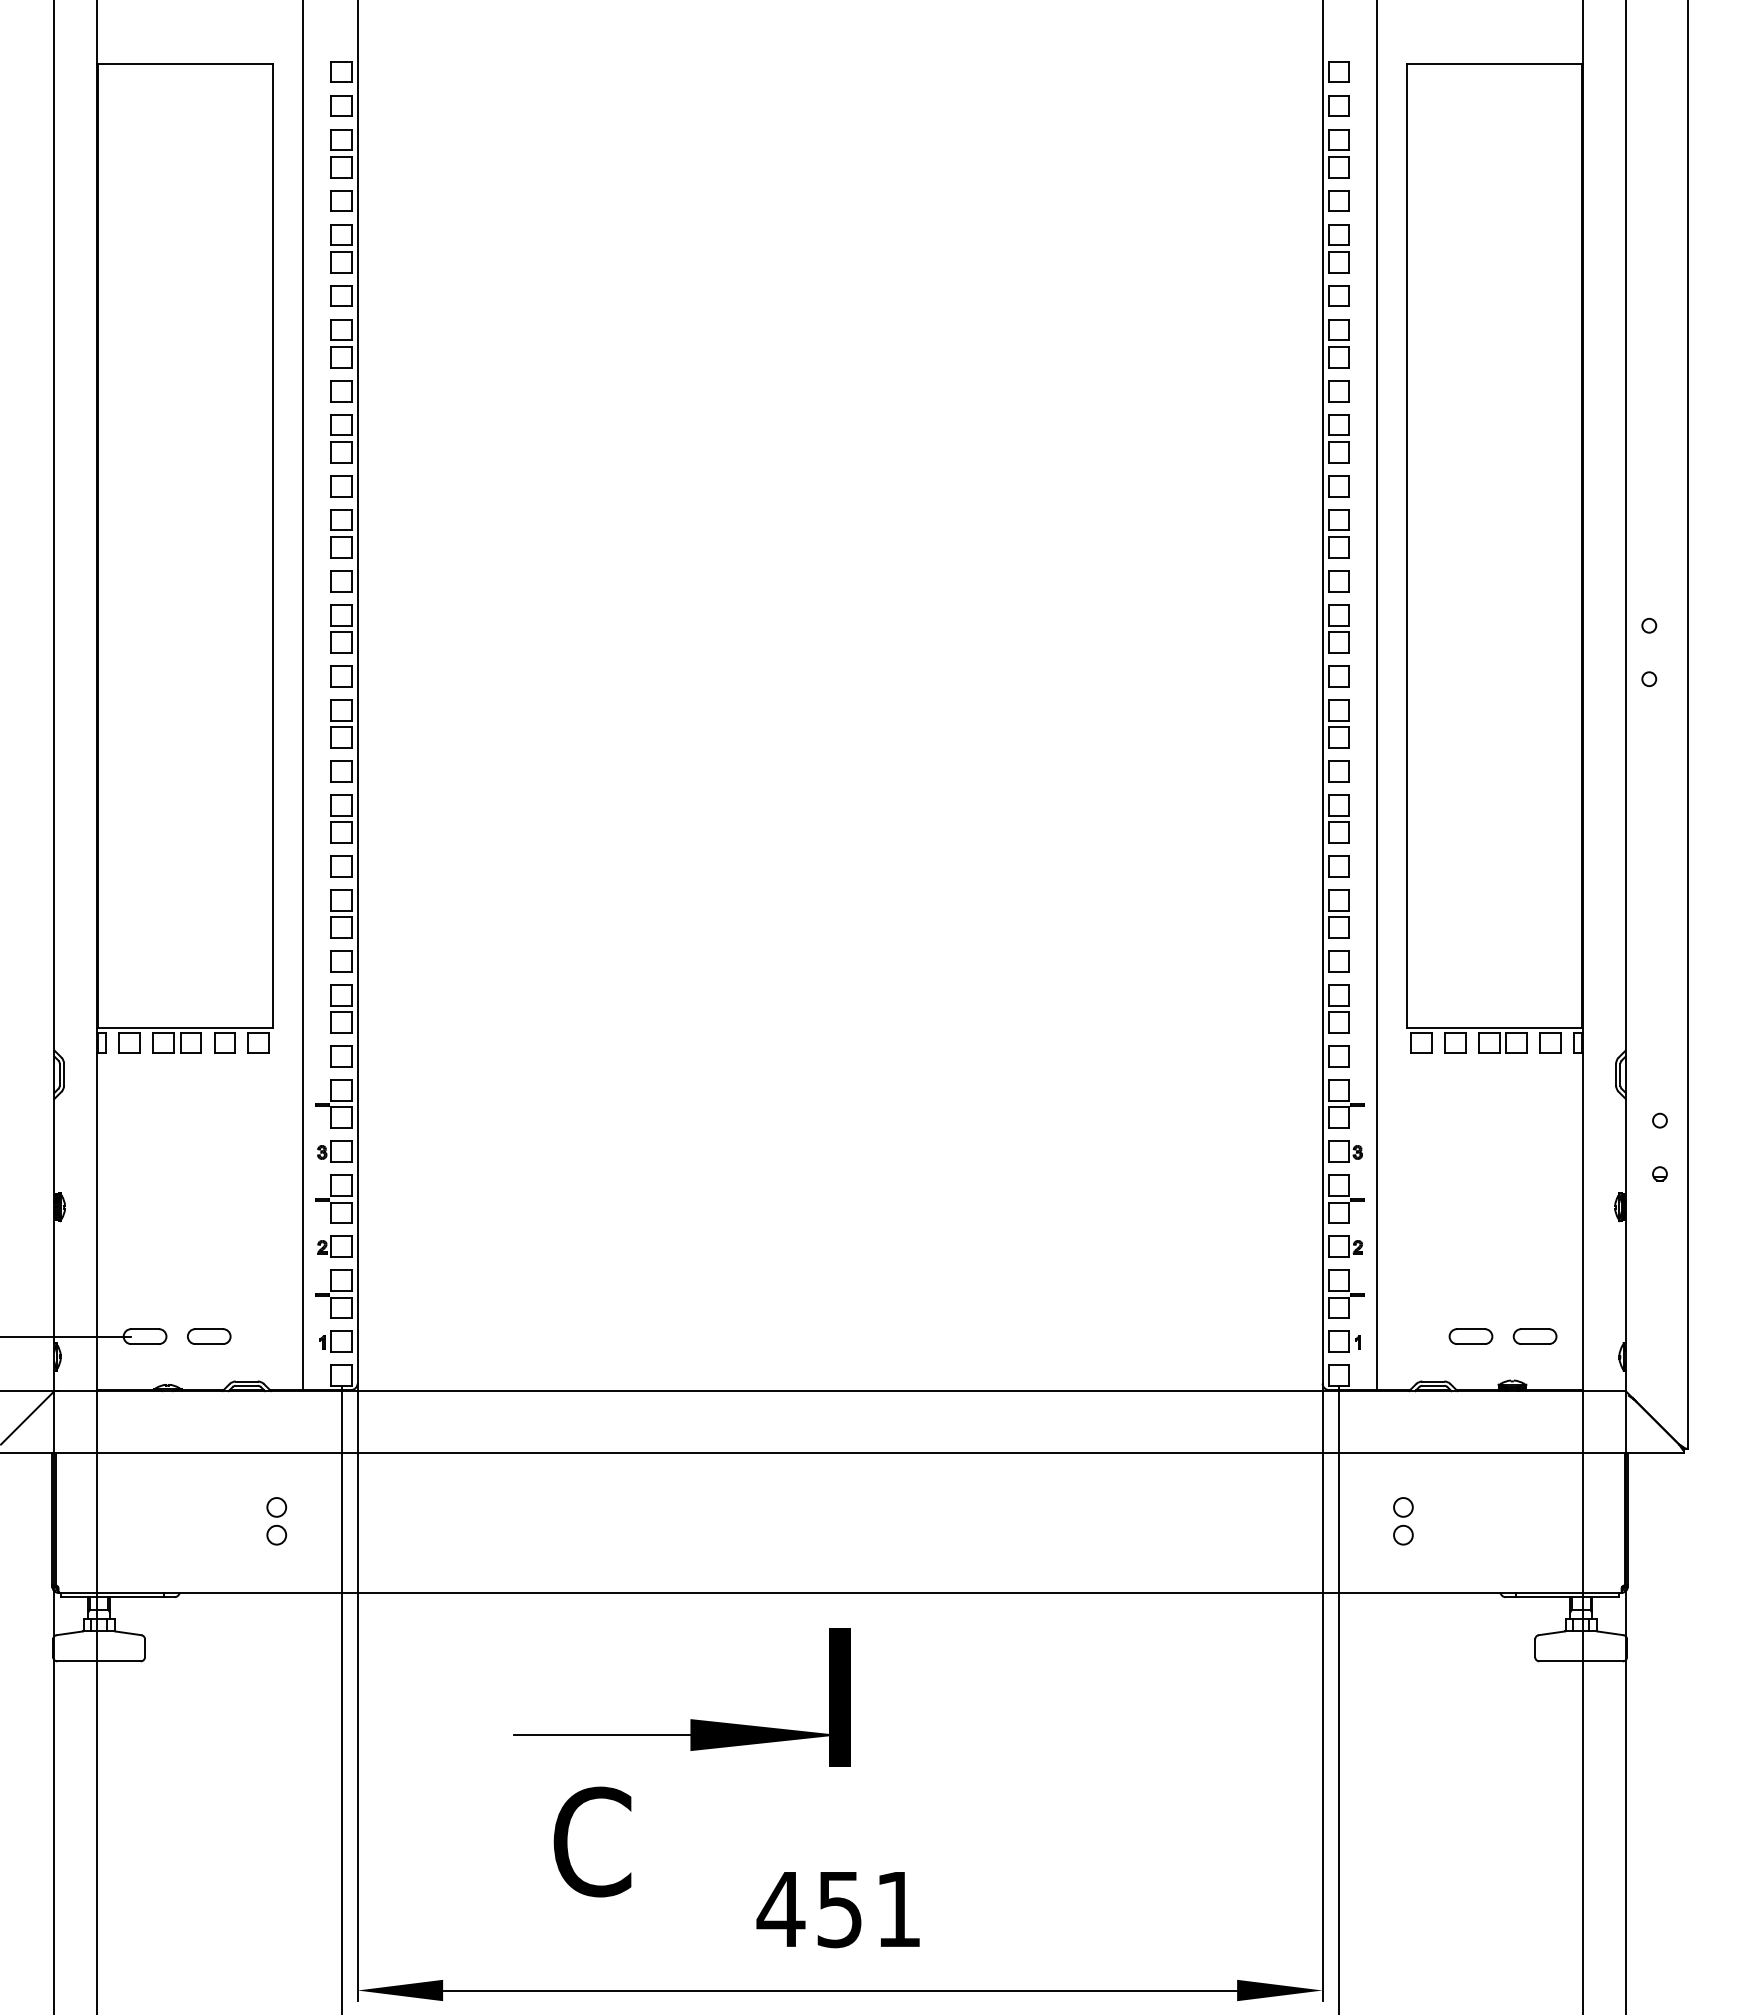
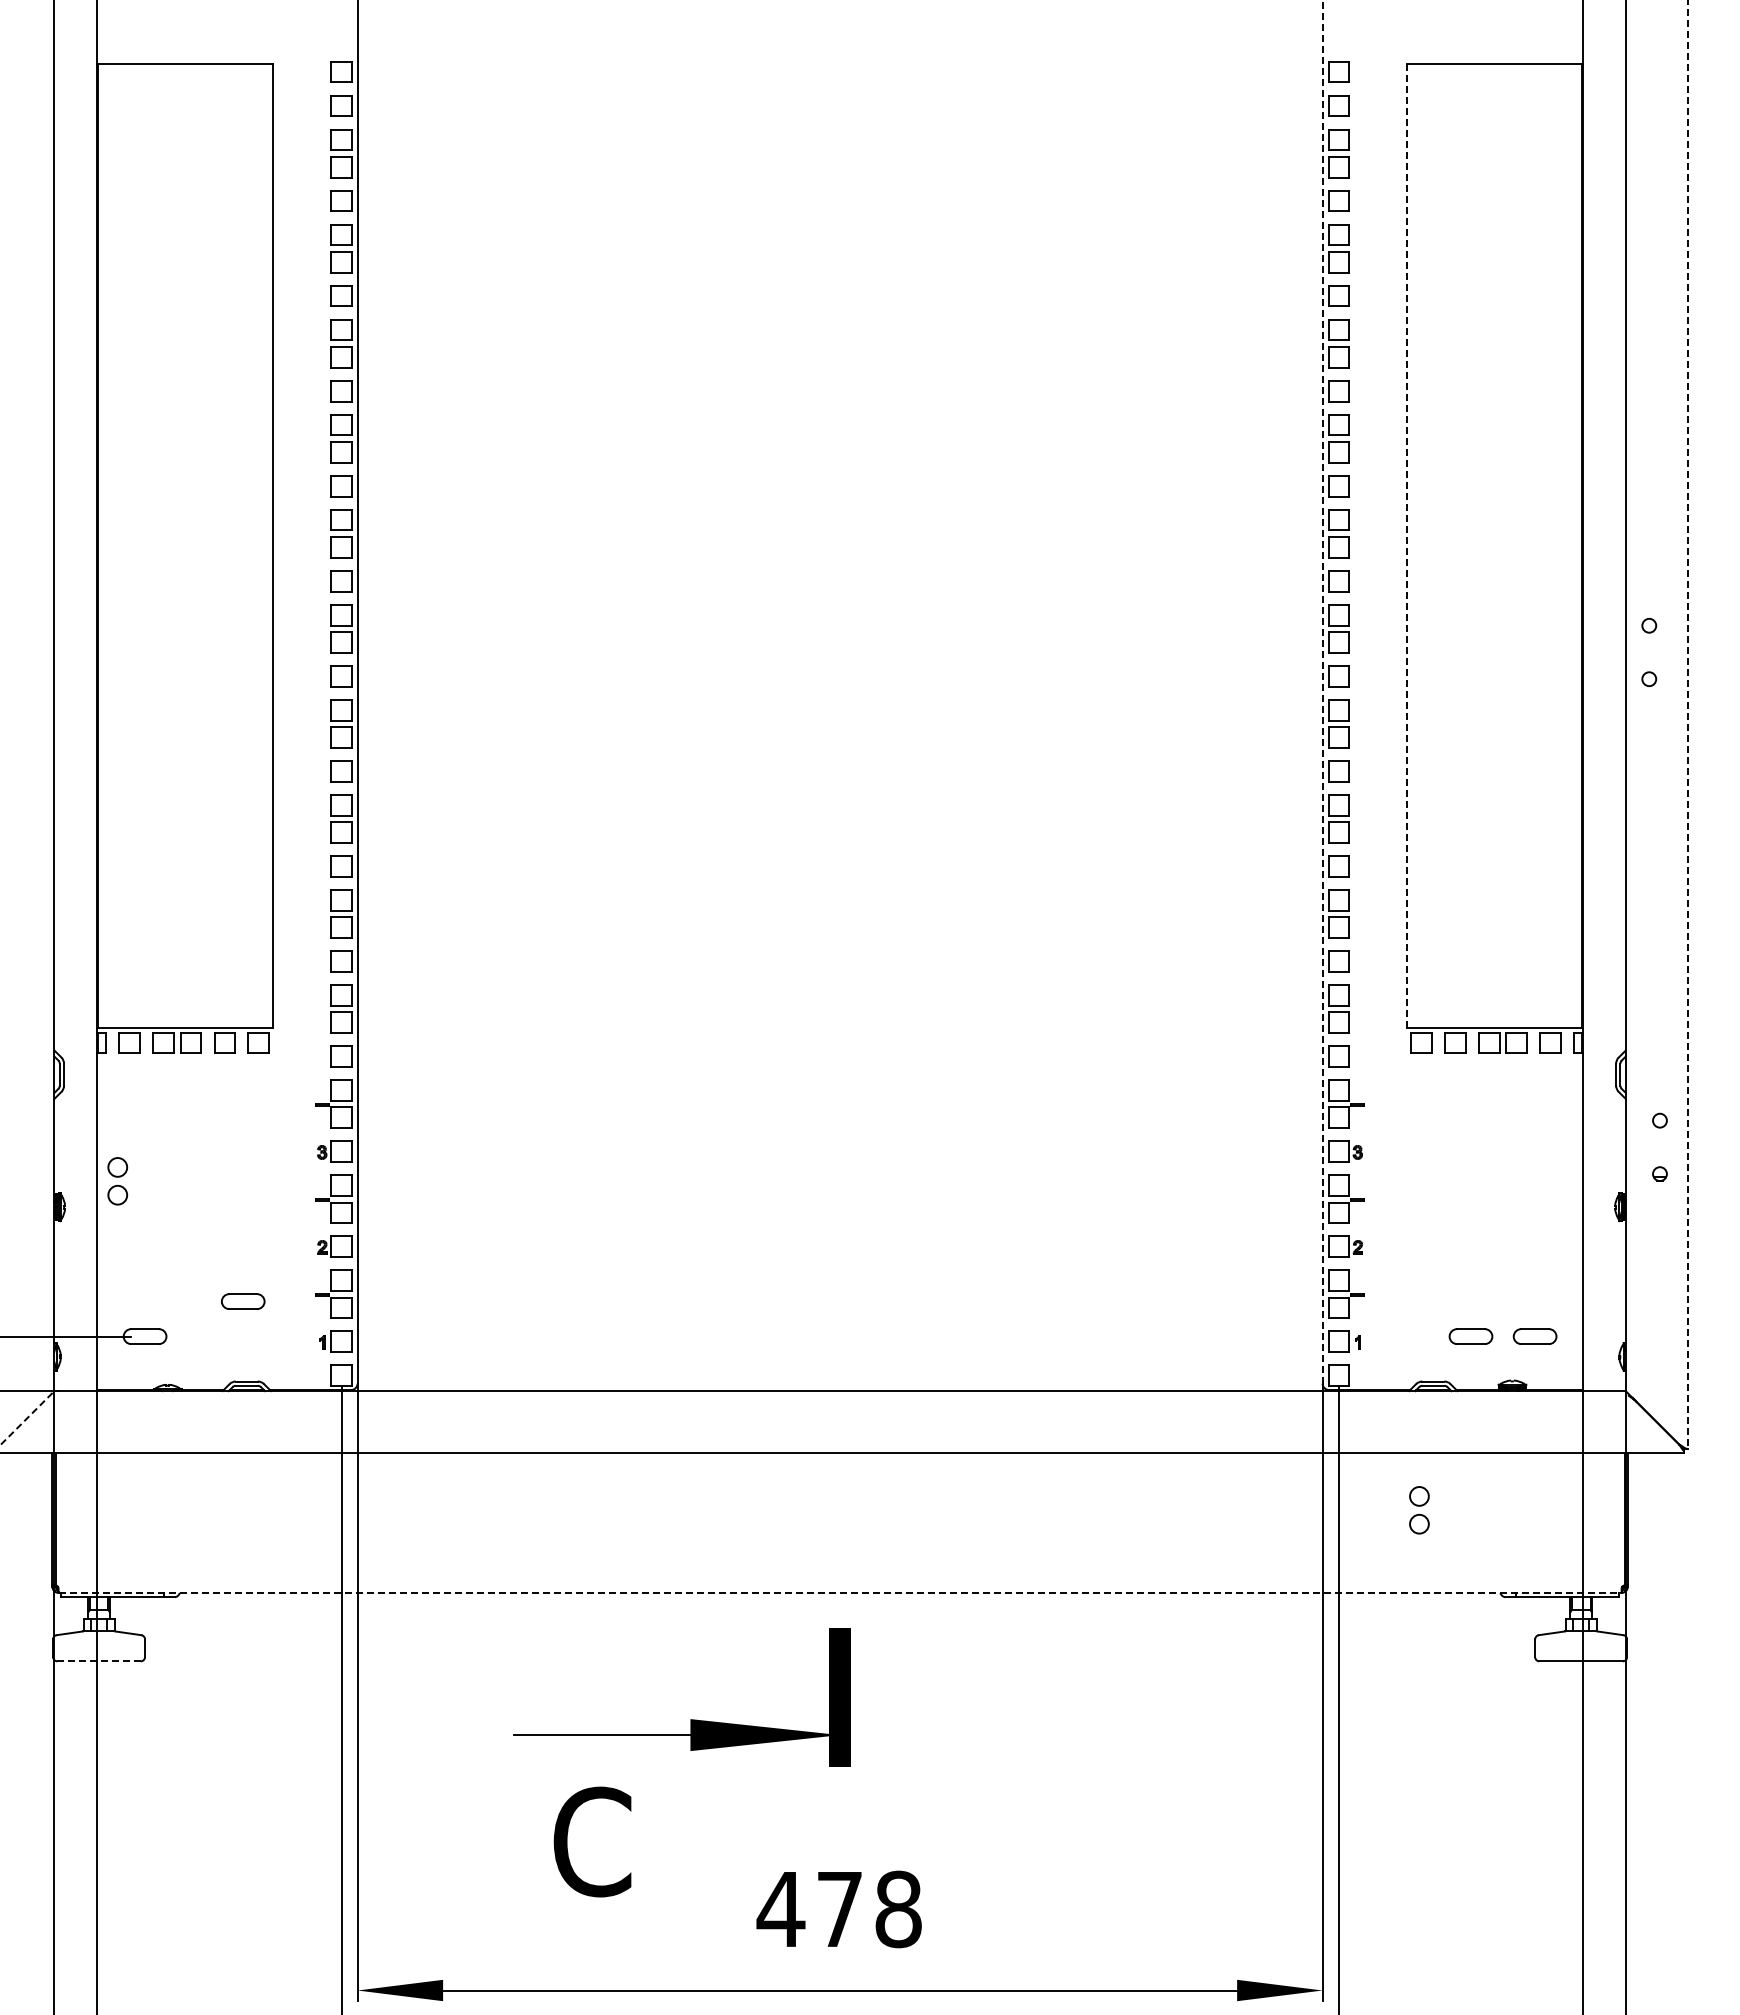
line at (1407, 545): solid -> dashed
line at (1322, 691): solid -> dashed
line at (303, 696): present -> none
line at (1376, 696): present -> none
line at (1687, 724): solid -> dashed
part at (209, 1336) position: (209, 1336) -> (243, 1301)
line at (27, 1417): solid -> dashed
part at (276, 1521) position: (276, 1521) -> (117, 1181)
part at (1403, 1521) position: (1403, 1521) -> (1419, 1510)
line at (840, 1592): solid -> dashed
line at (99, 1661): solid -> dashed
text at (869, 1909): 451 -> 478
